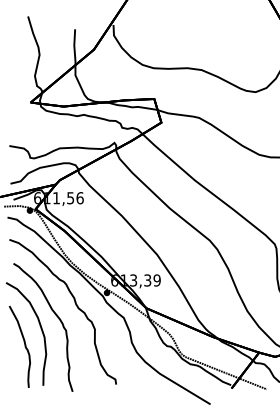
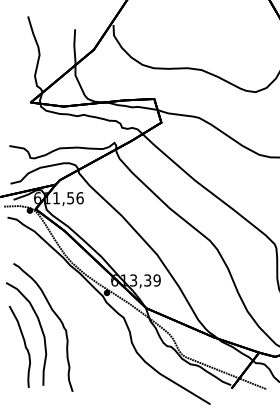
curve at (75, 305): present -> none
